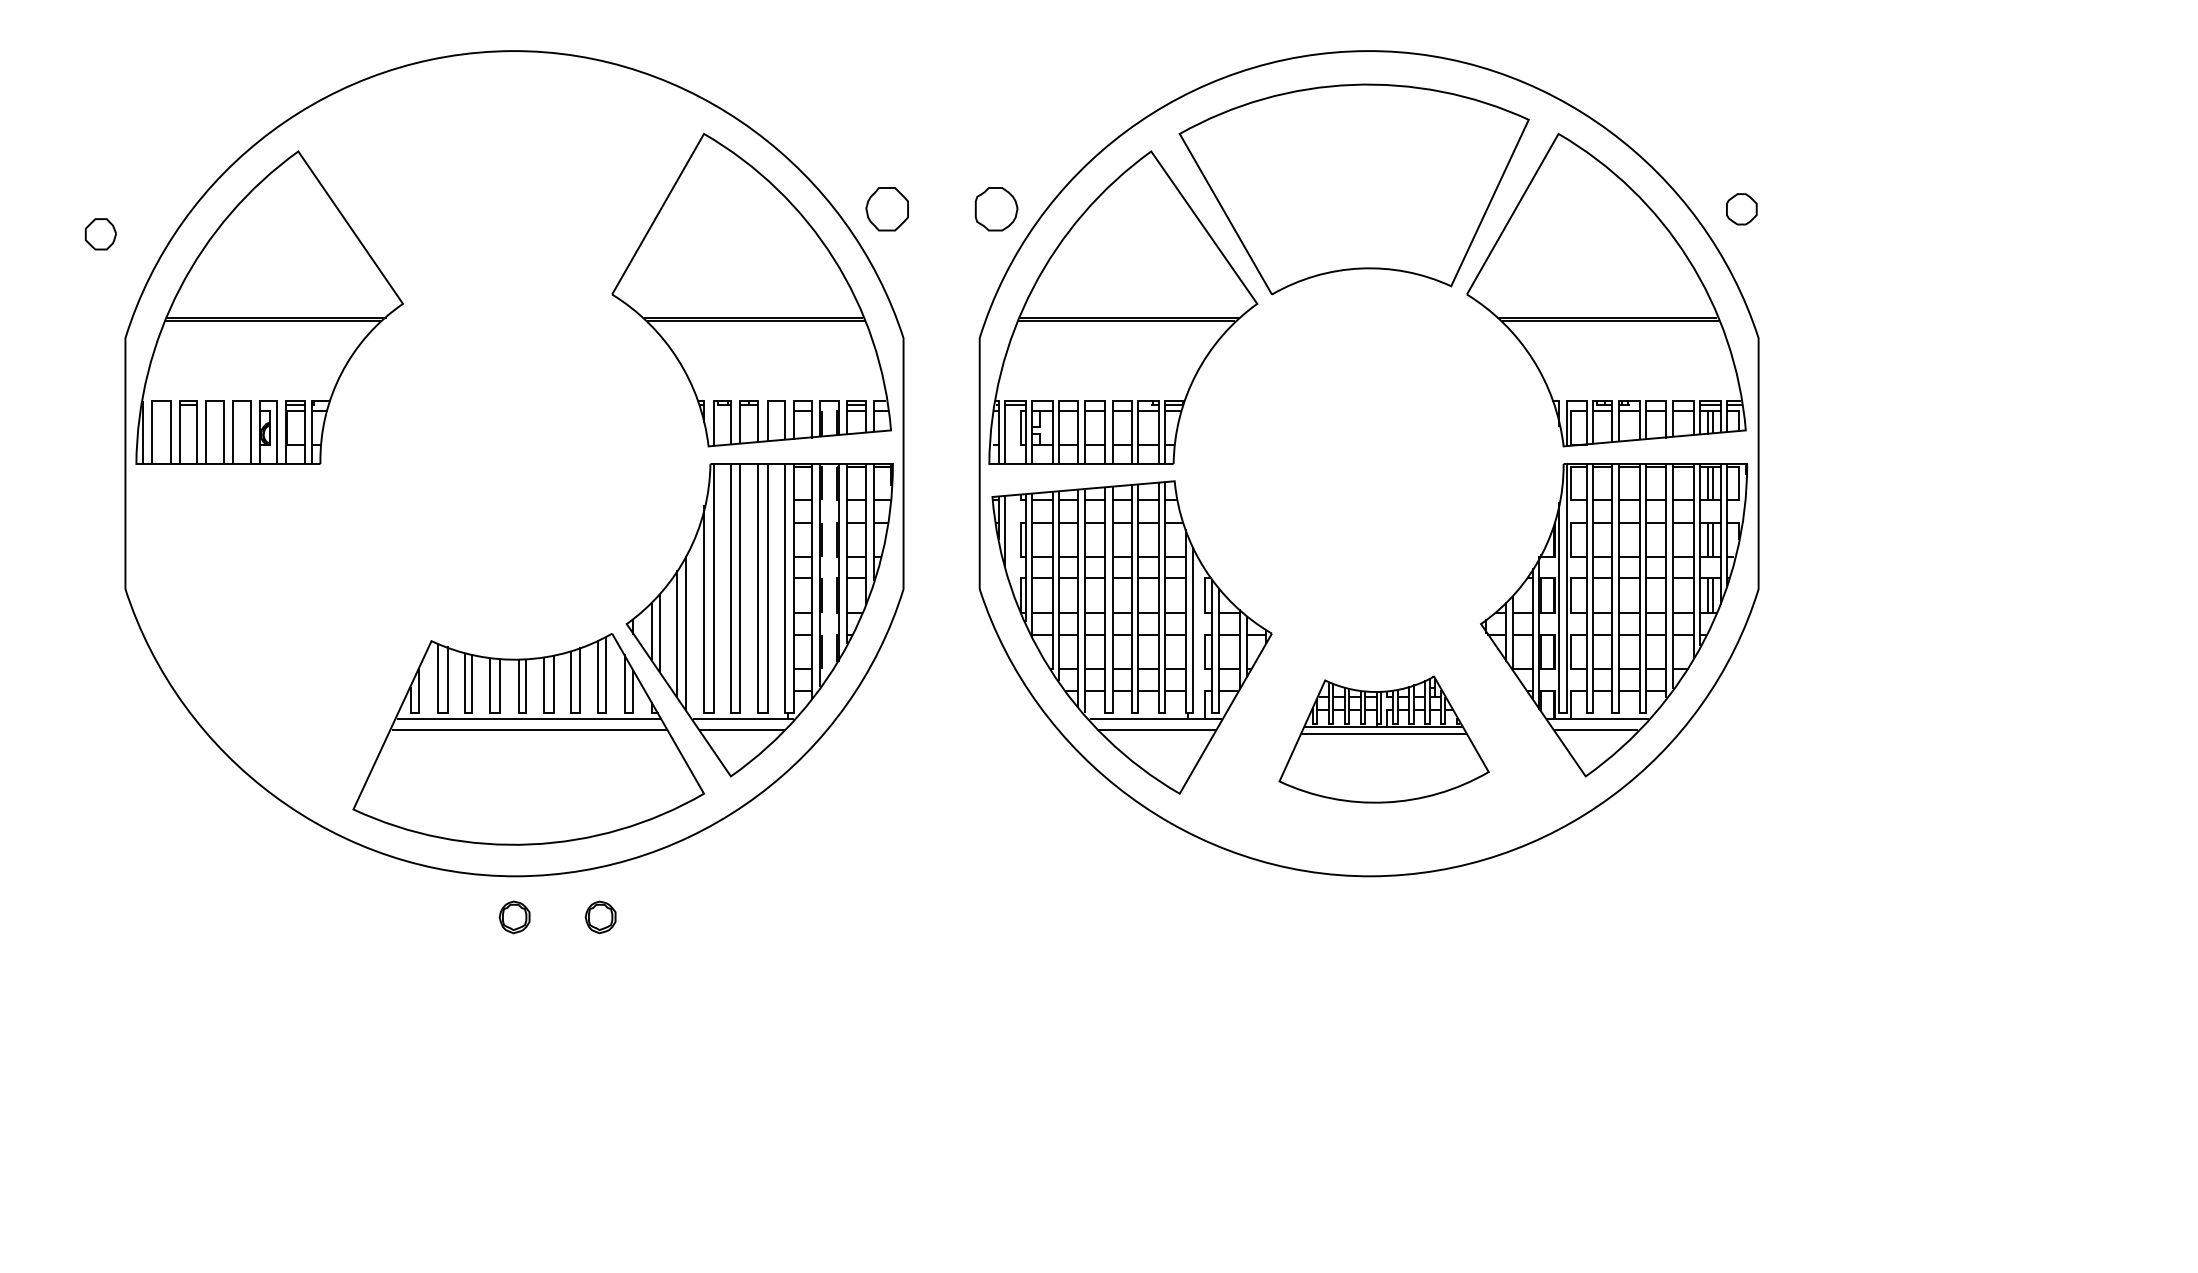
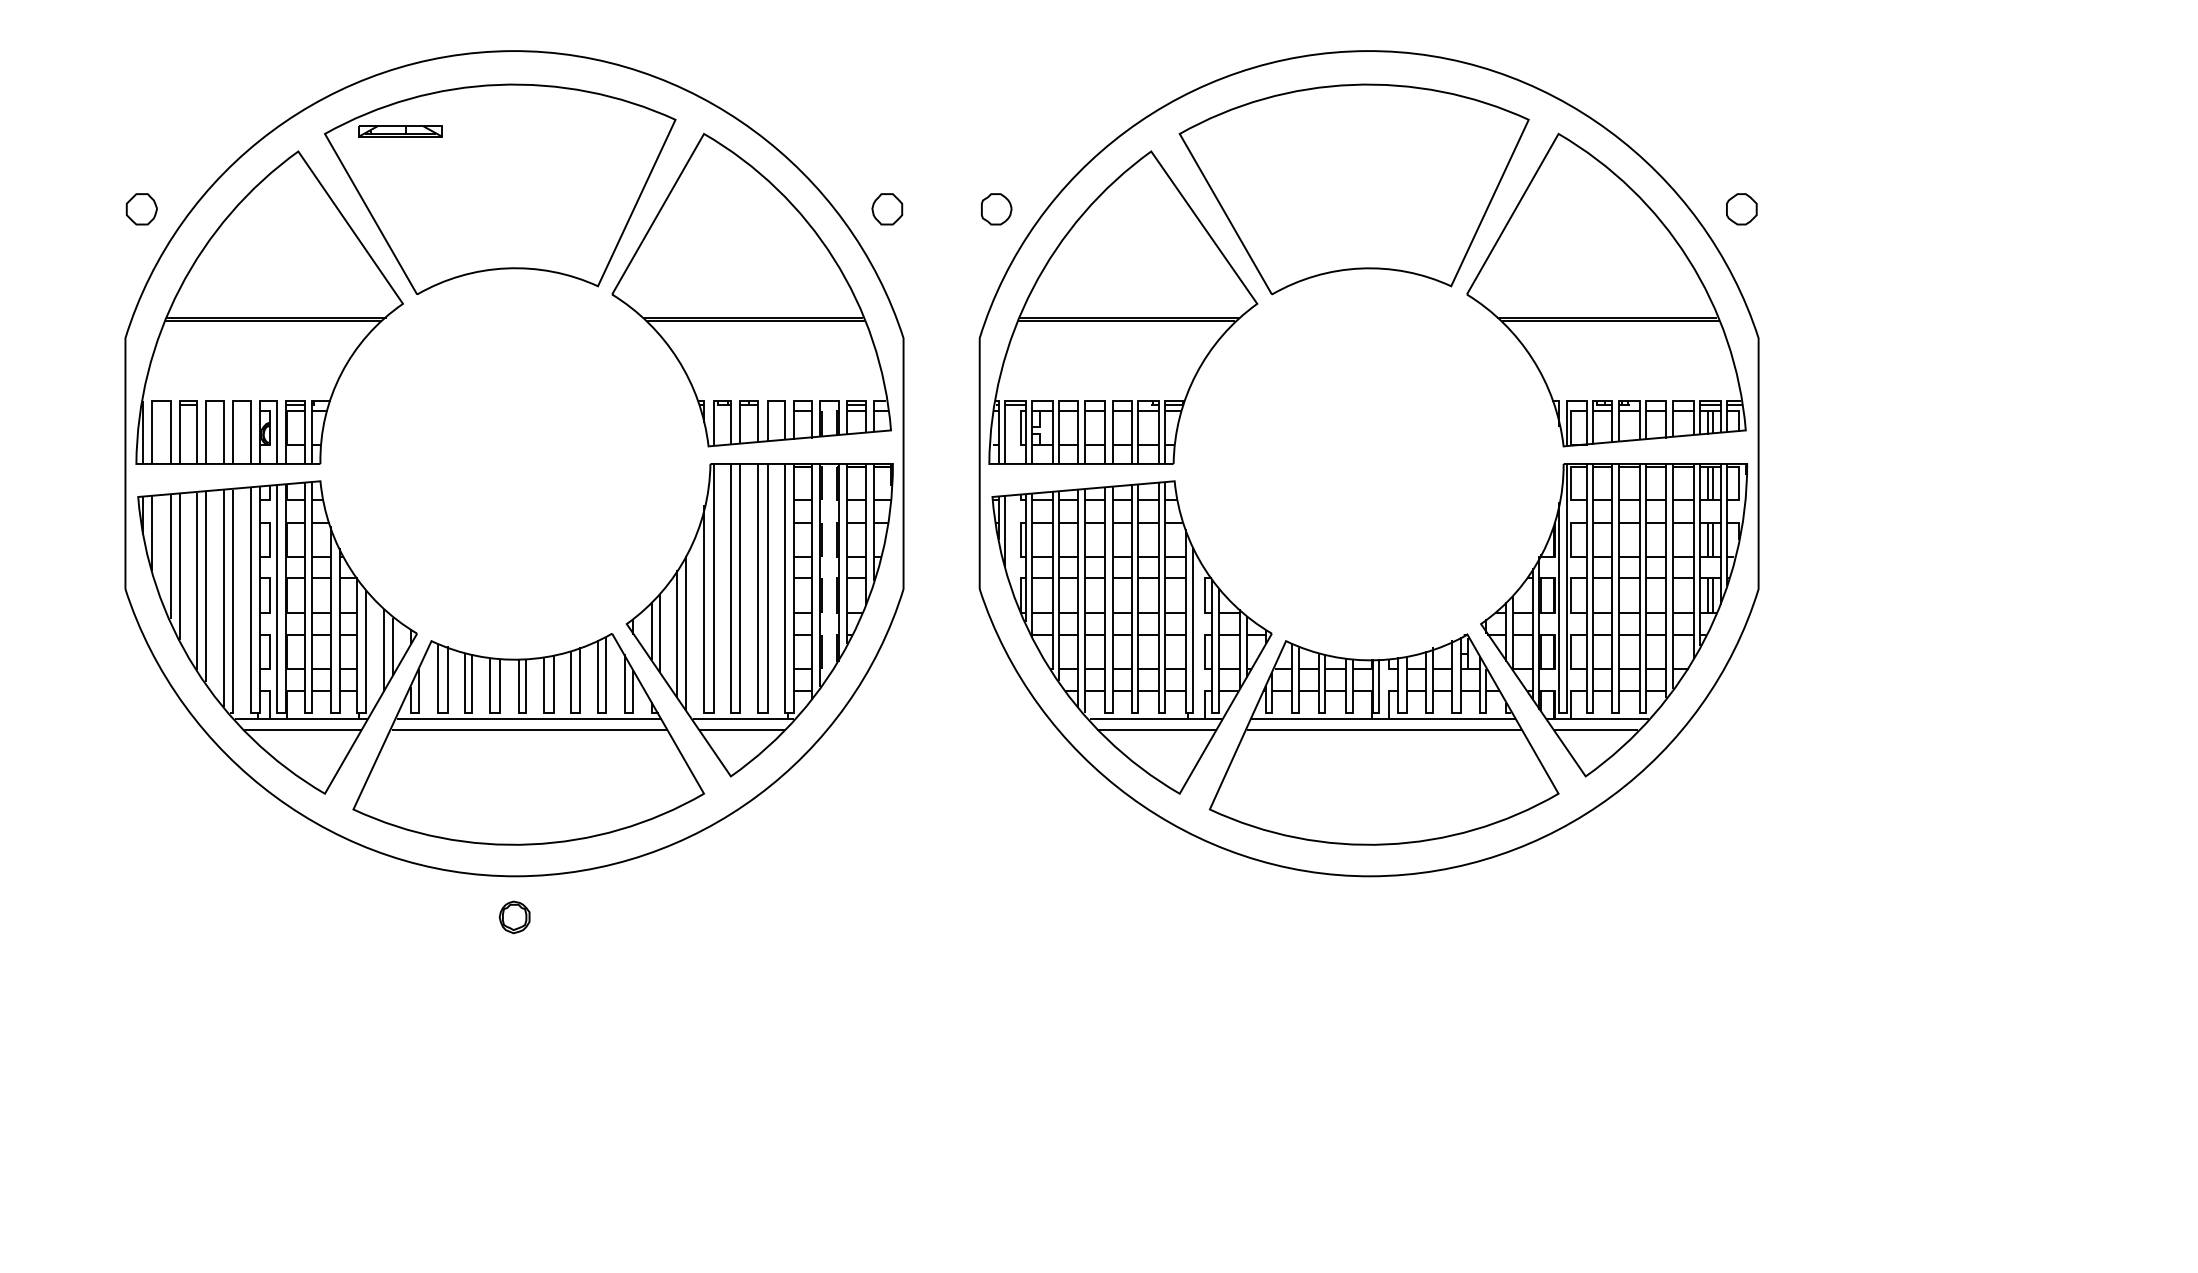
part at (499, 189): none -> present
part at (886, 209) size: 44x45 px -> 33x33 px
part at (996, 209) size: 45x45 px -> 32x33 px
part at (100, 234) position: (100, 234) -> (141, 209)
part at (277, 637): none -> present
part at (1383, 739) size: 212x129 px -> 352x213 px
part at (600, 917): present -> none
